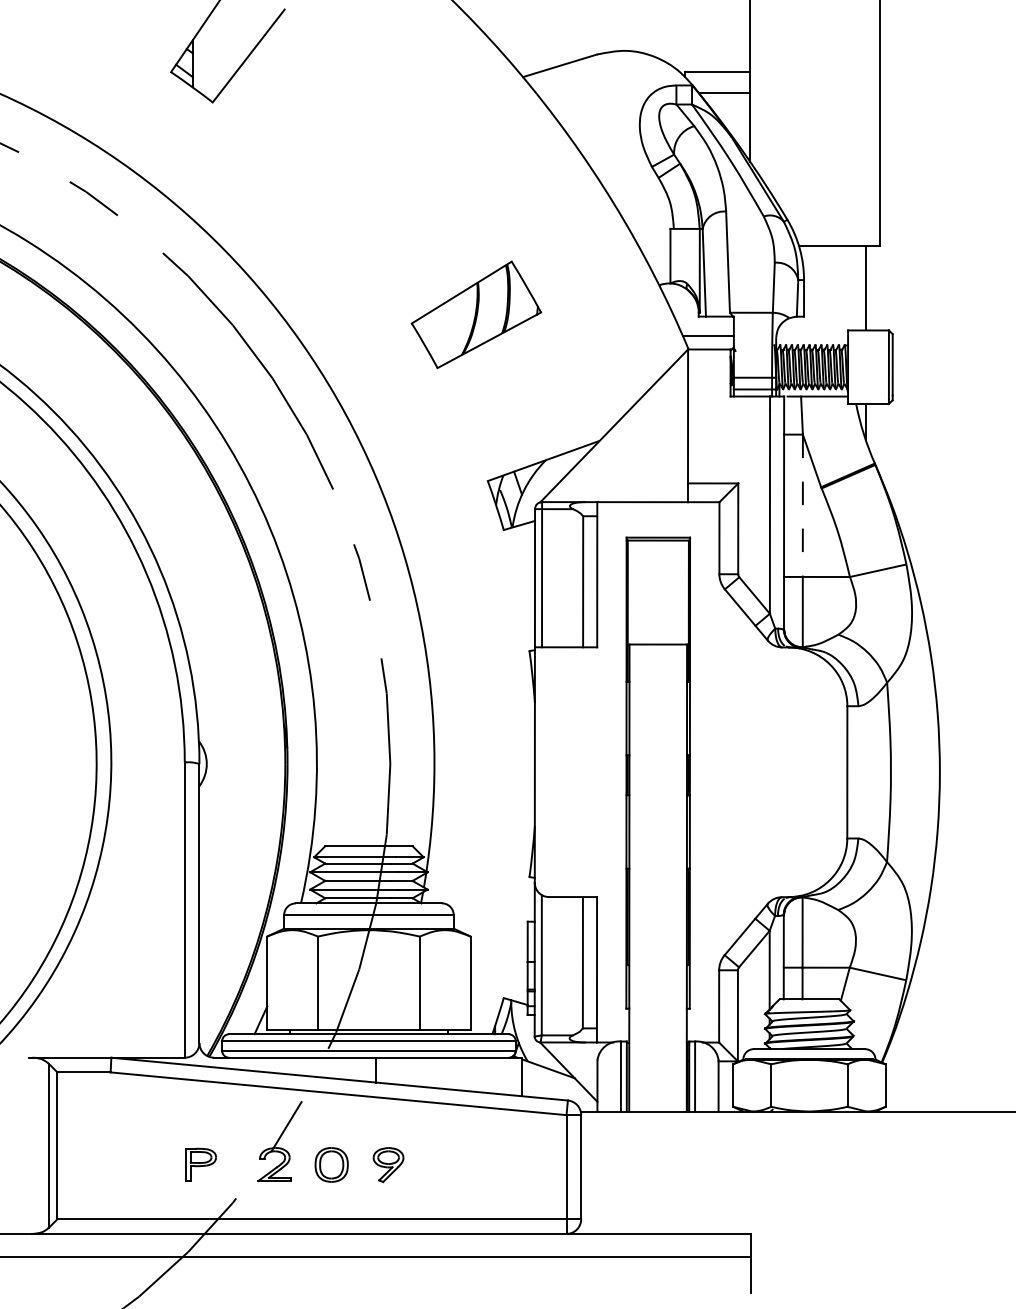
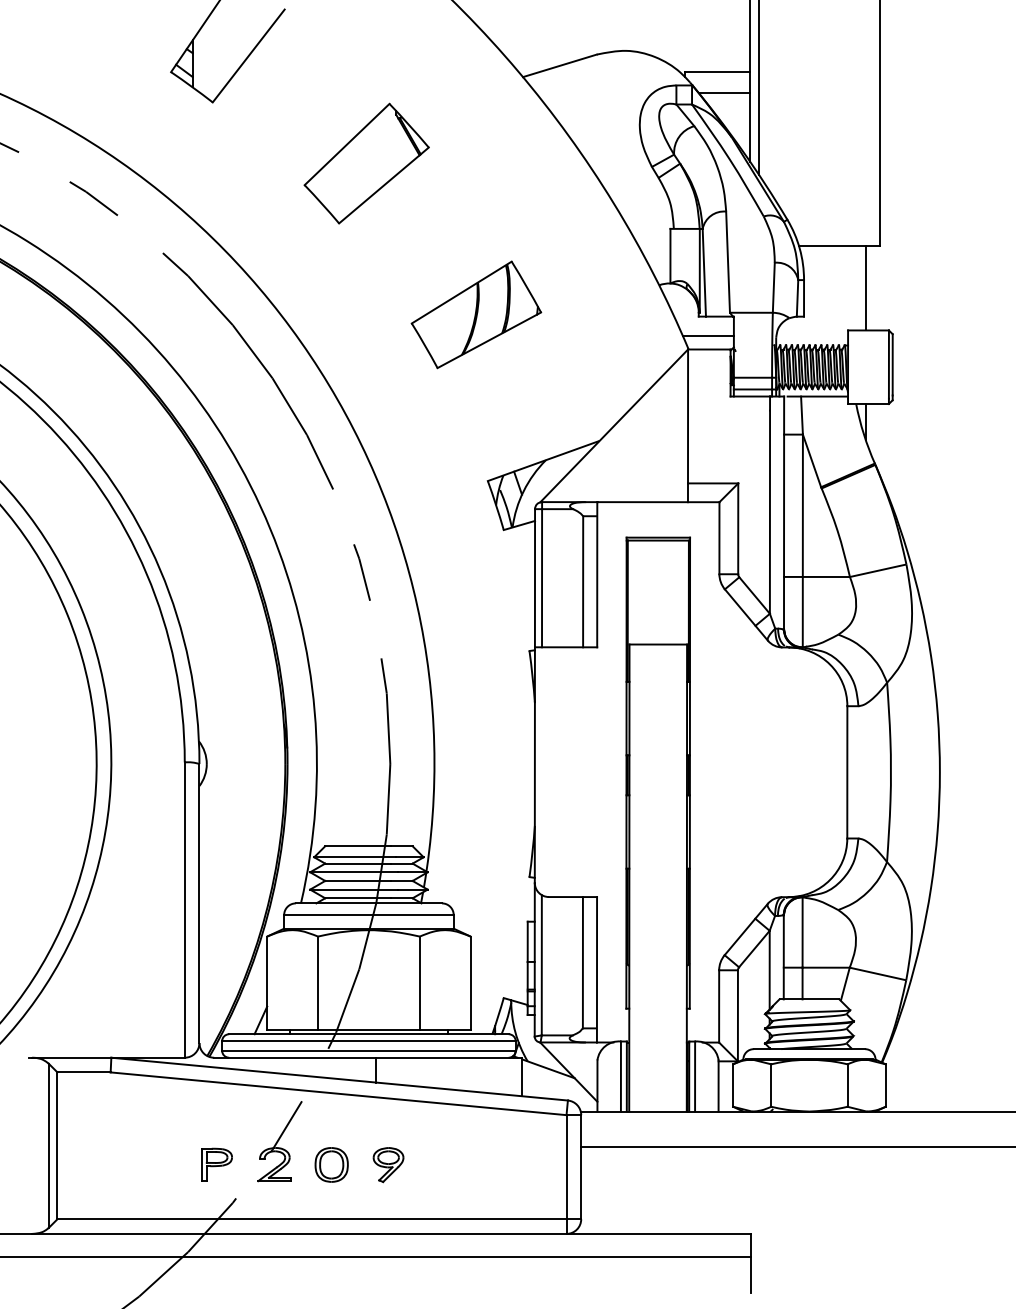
line at (759, 88): none -> present
part at (366, 163): none -> present
line at (802, 506): dashed -> solid
line at (796, 1146): none -> present
part at (200, 1164) position: (200, 1164) -> (216, 1164)
